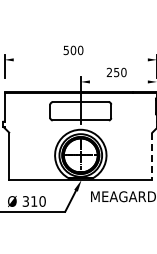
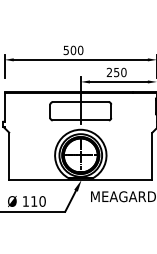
line at (80, 59): none -> present
line at (118, 81): none -> present
line at (152, 157): dashed -> solid
text at (25, 201): 310 -> 110
